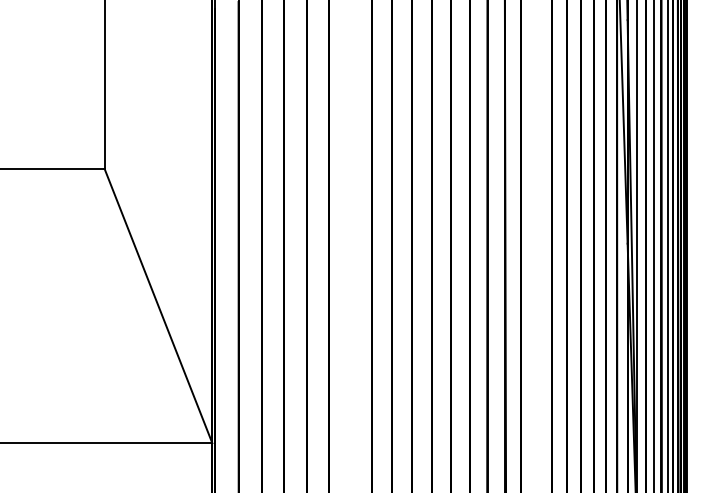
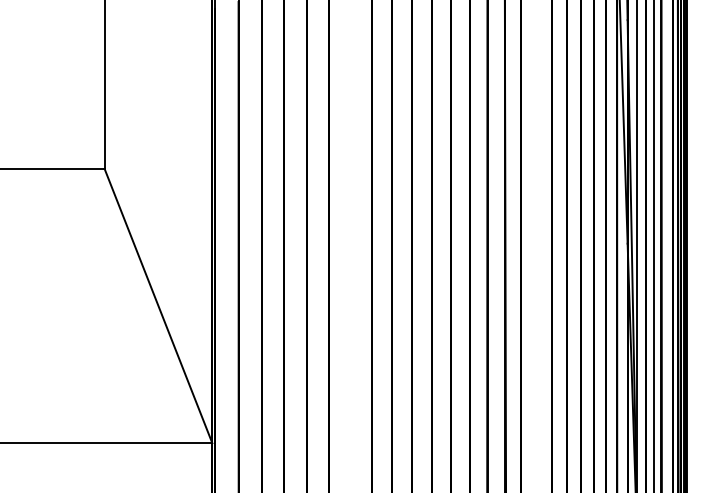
line at (667, 245): present -> none
